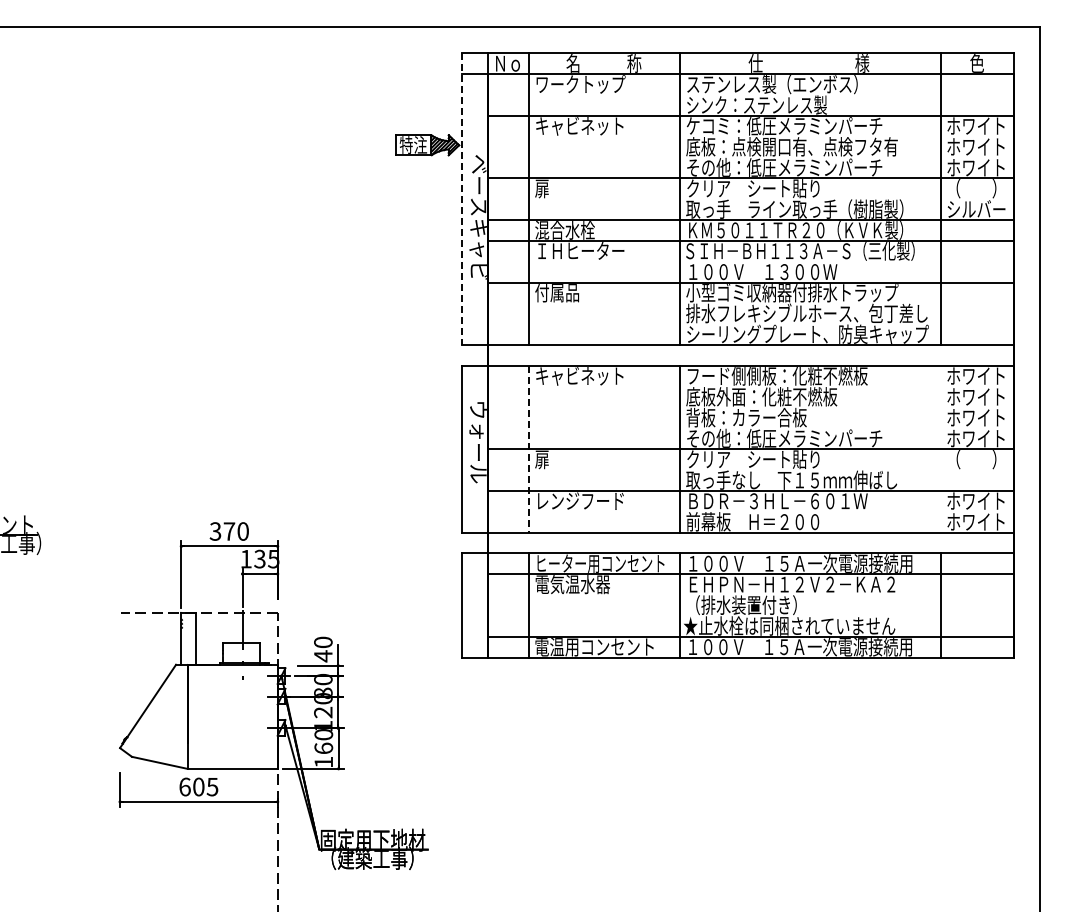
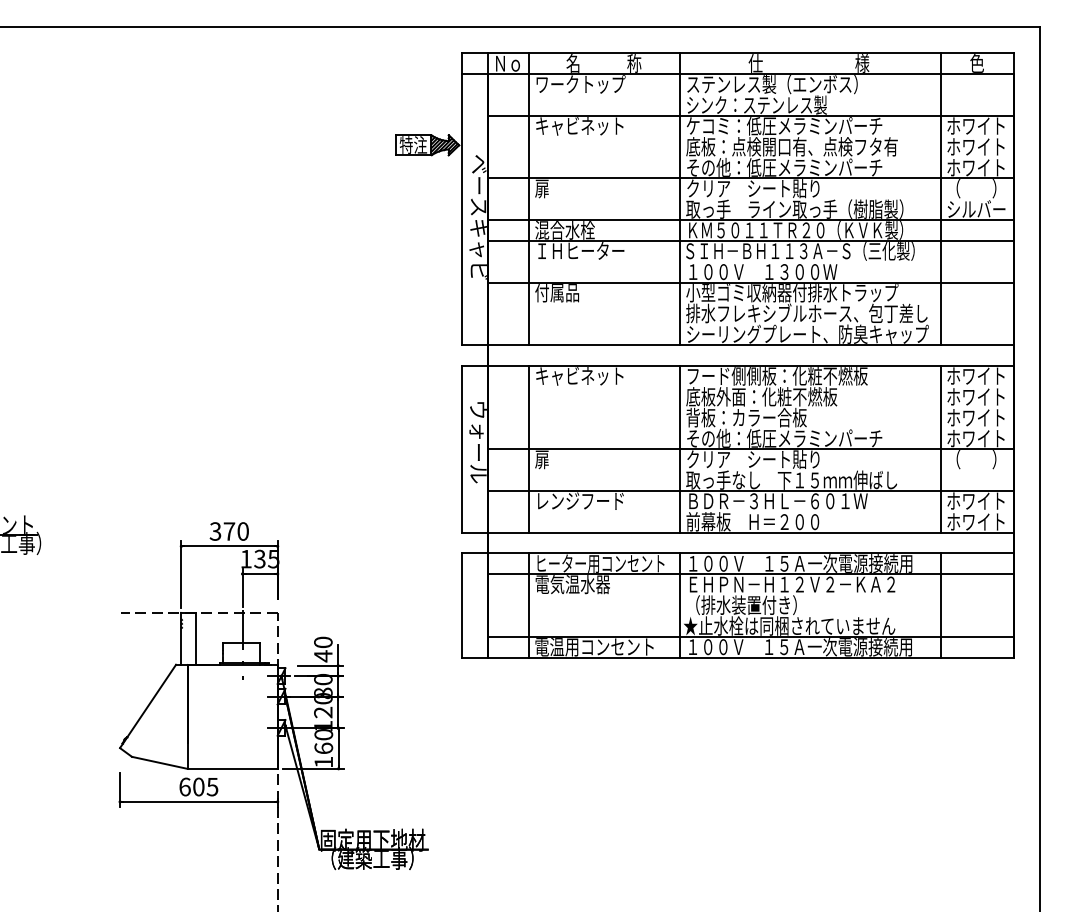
line at (461, 199): dashed -> solid
line at (940, 448): none -> present
line at (529, 449): dashed -> solid
